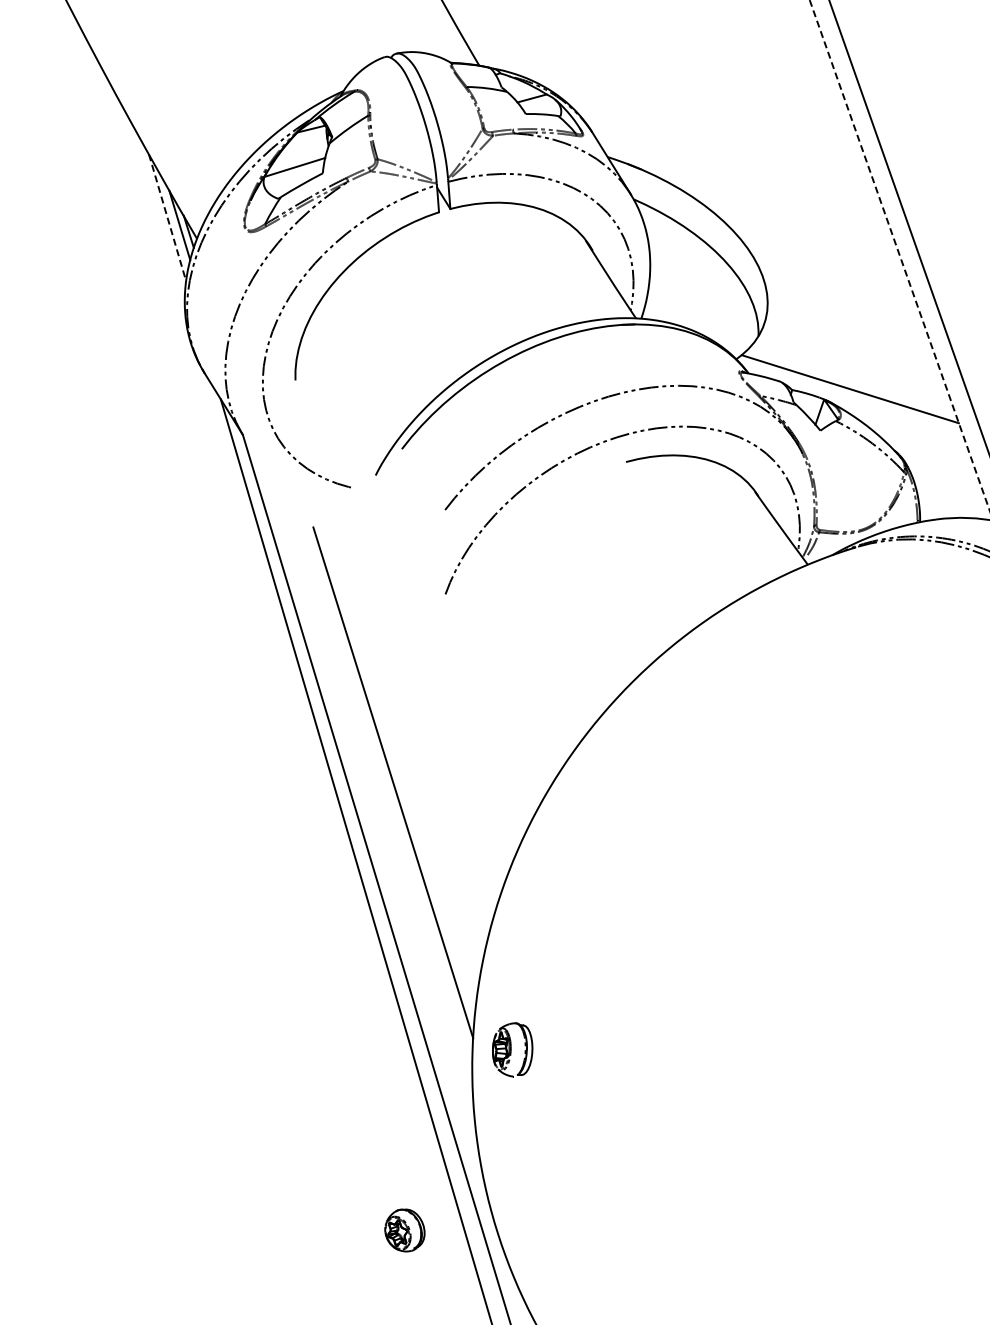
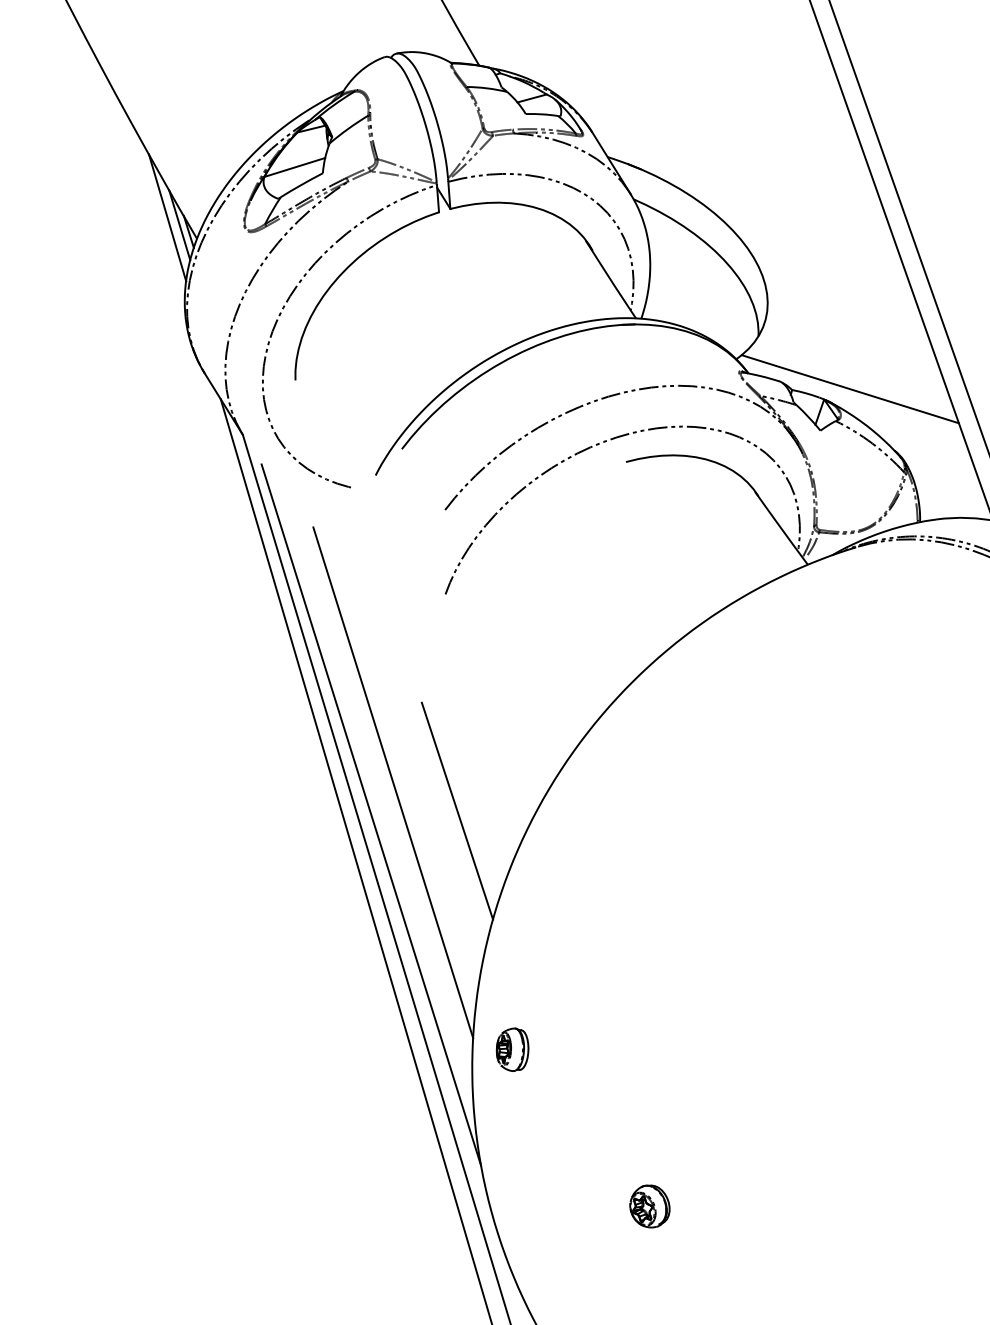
line at (167, 218): dashed -> solid
line at (899, 255): dashed -> solid
line at (457, 810): none -> present
line at (371, 814): none -> present
part at (512, 1049) size: 42x56 px -> 35x45 px
part at (404, 1230) position: (404, 1230) -> (649, 1206)
